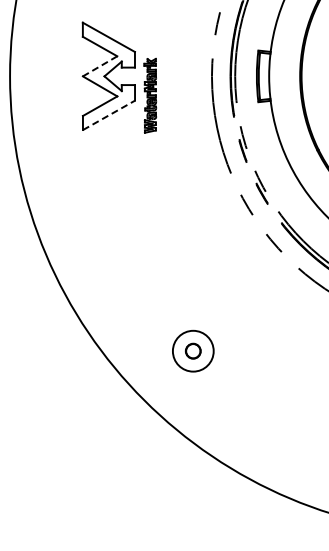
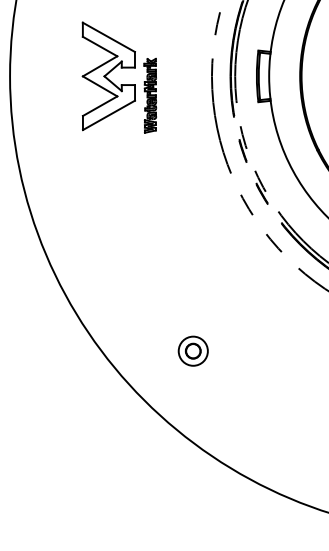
line at (100, 66): dashed -> solid
line at (109, 115): dashed -> solid
circle at (192, 350) diameter: 41 px -> 29 px
